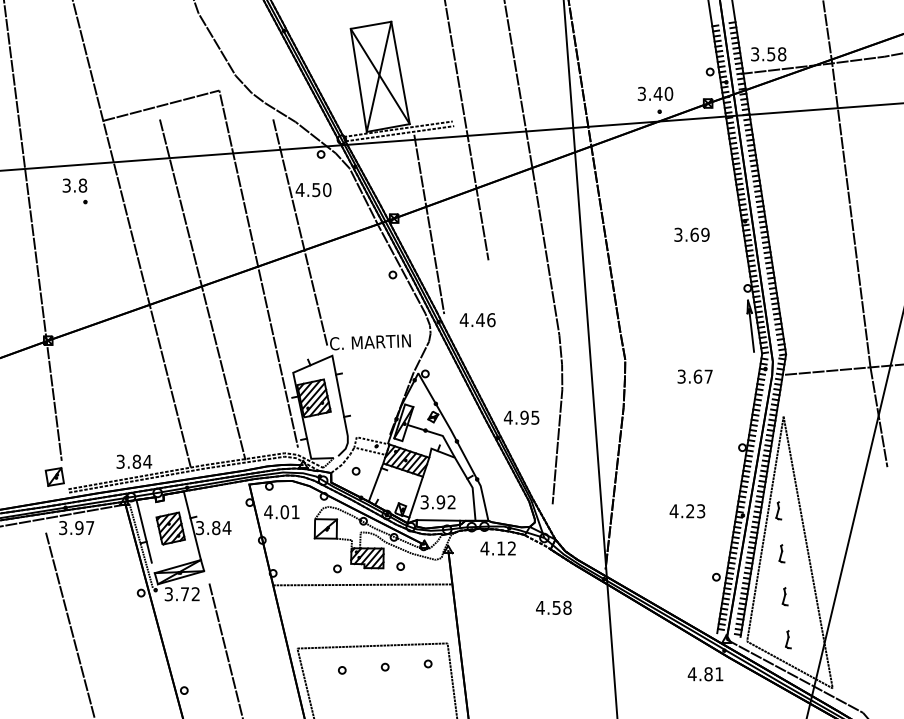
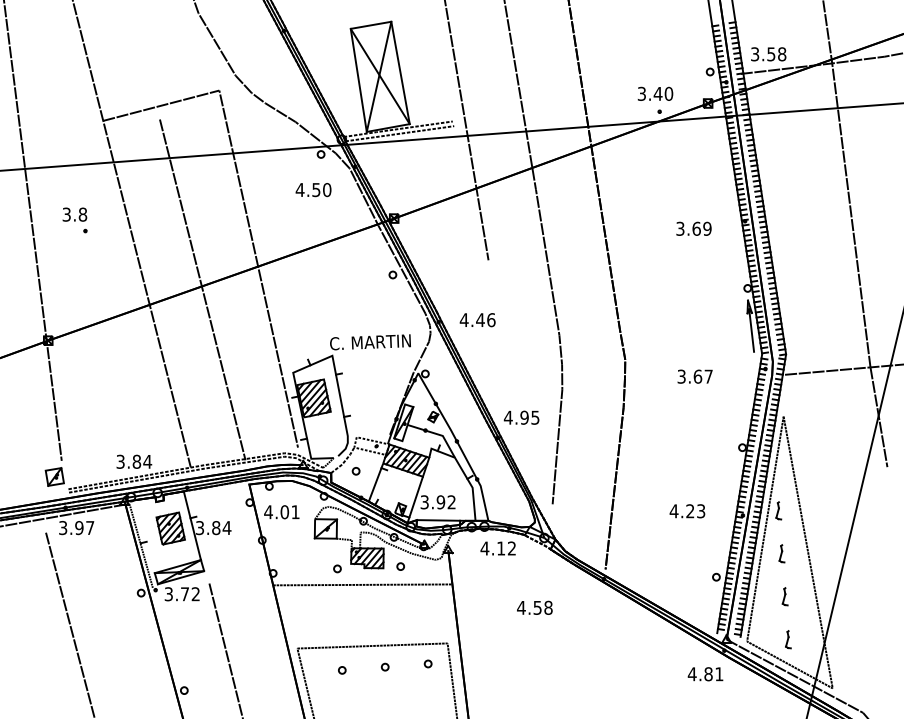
part at (74, 191) position: (74, 191) -> (74, 220)
line at (429, 224): present -> none
line at (300, 232): present -> none
text at (691, 234) position: (691, 234) -> (693, 228)
line at (590, 358): present -> none
line at (143, 530): present -> none
text at (553, 607) position: (553, 607) -> (534, 607)
